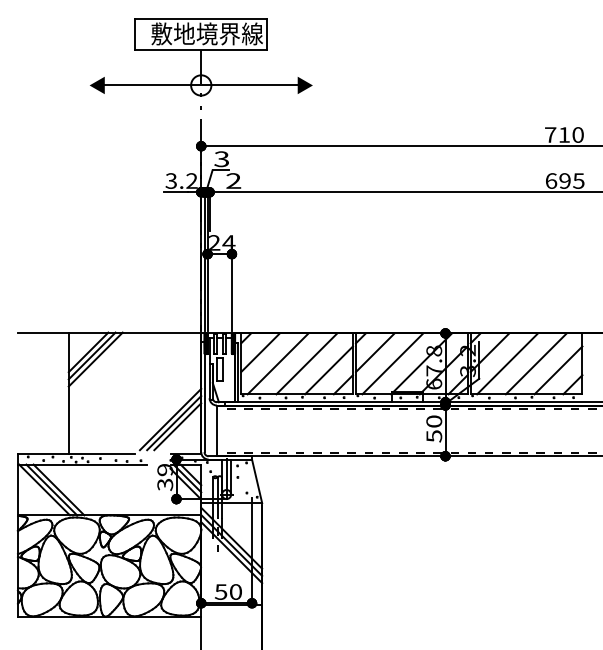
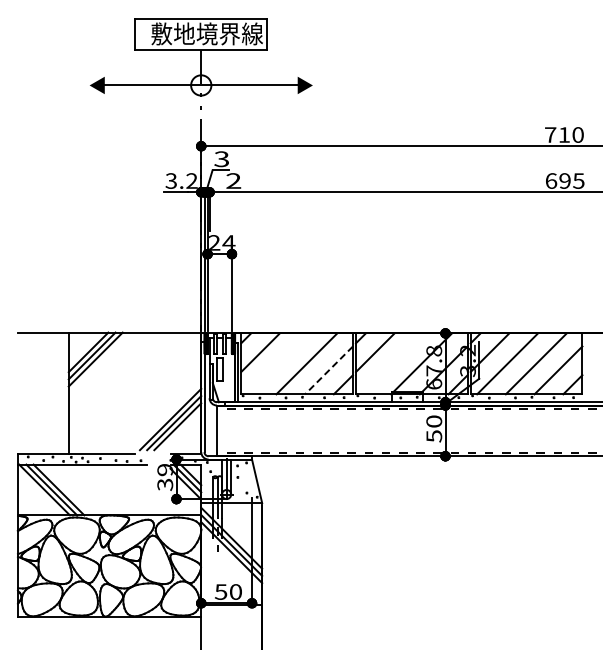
line at (277, 363): present -> none
line at (392, 363): present -> none
line at (329, 370): solid -> dashed
